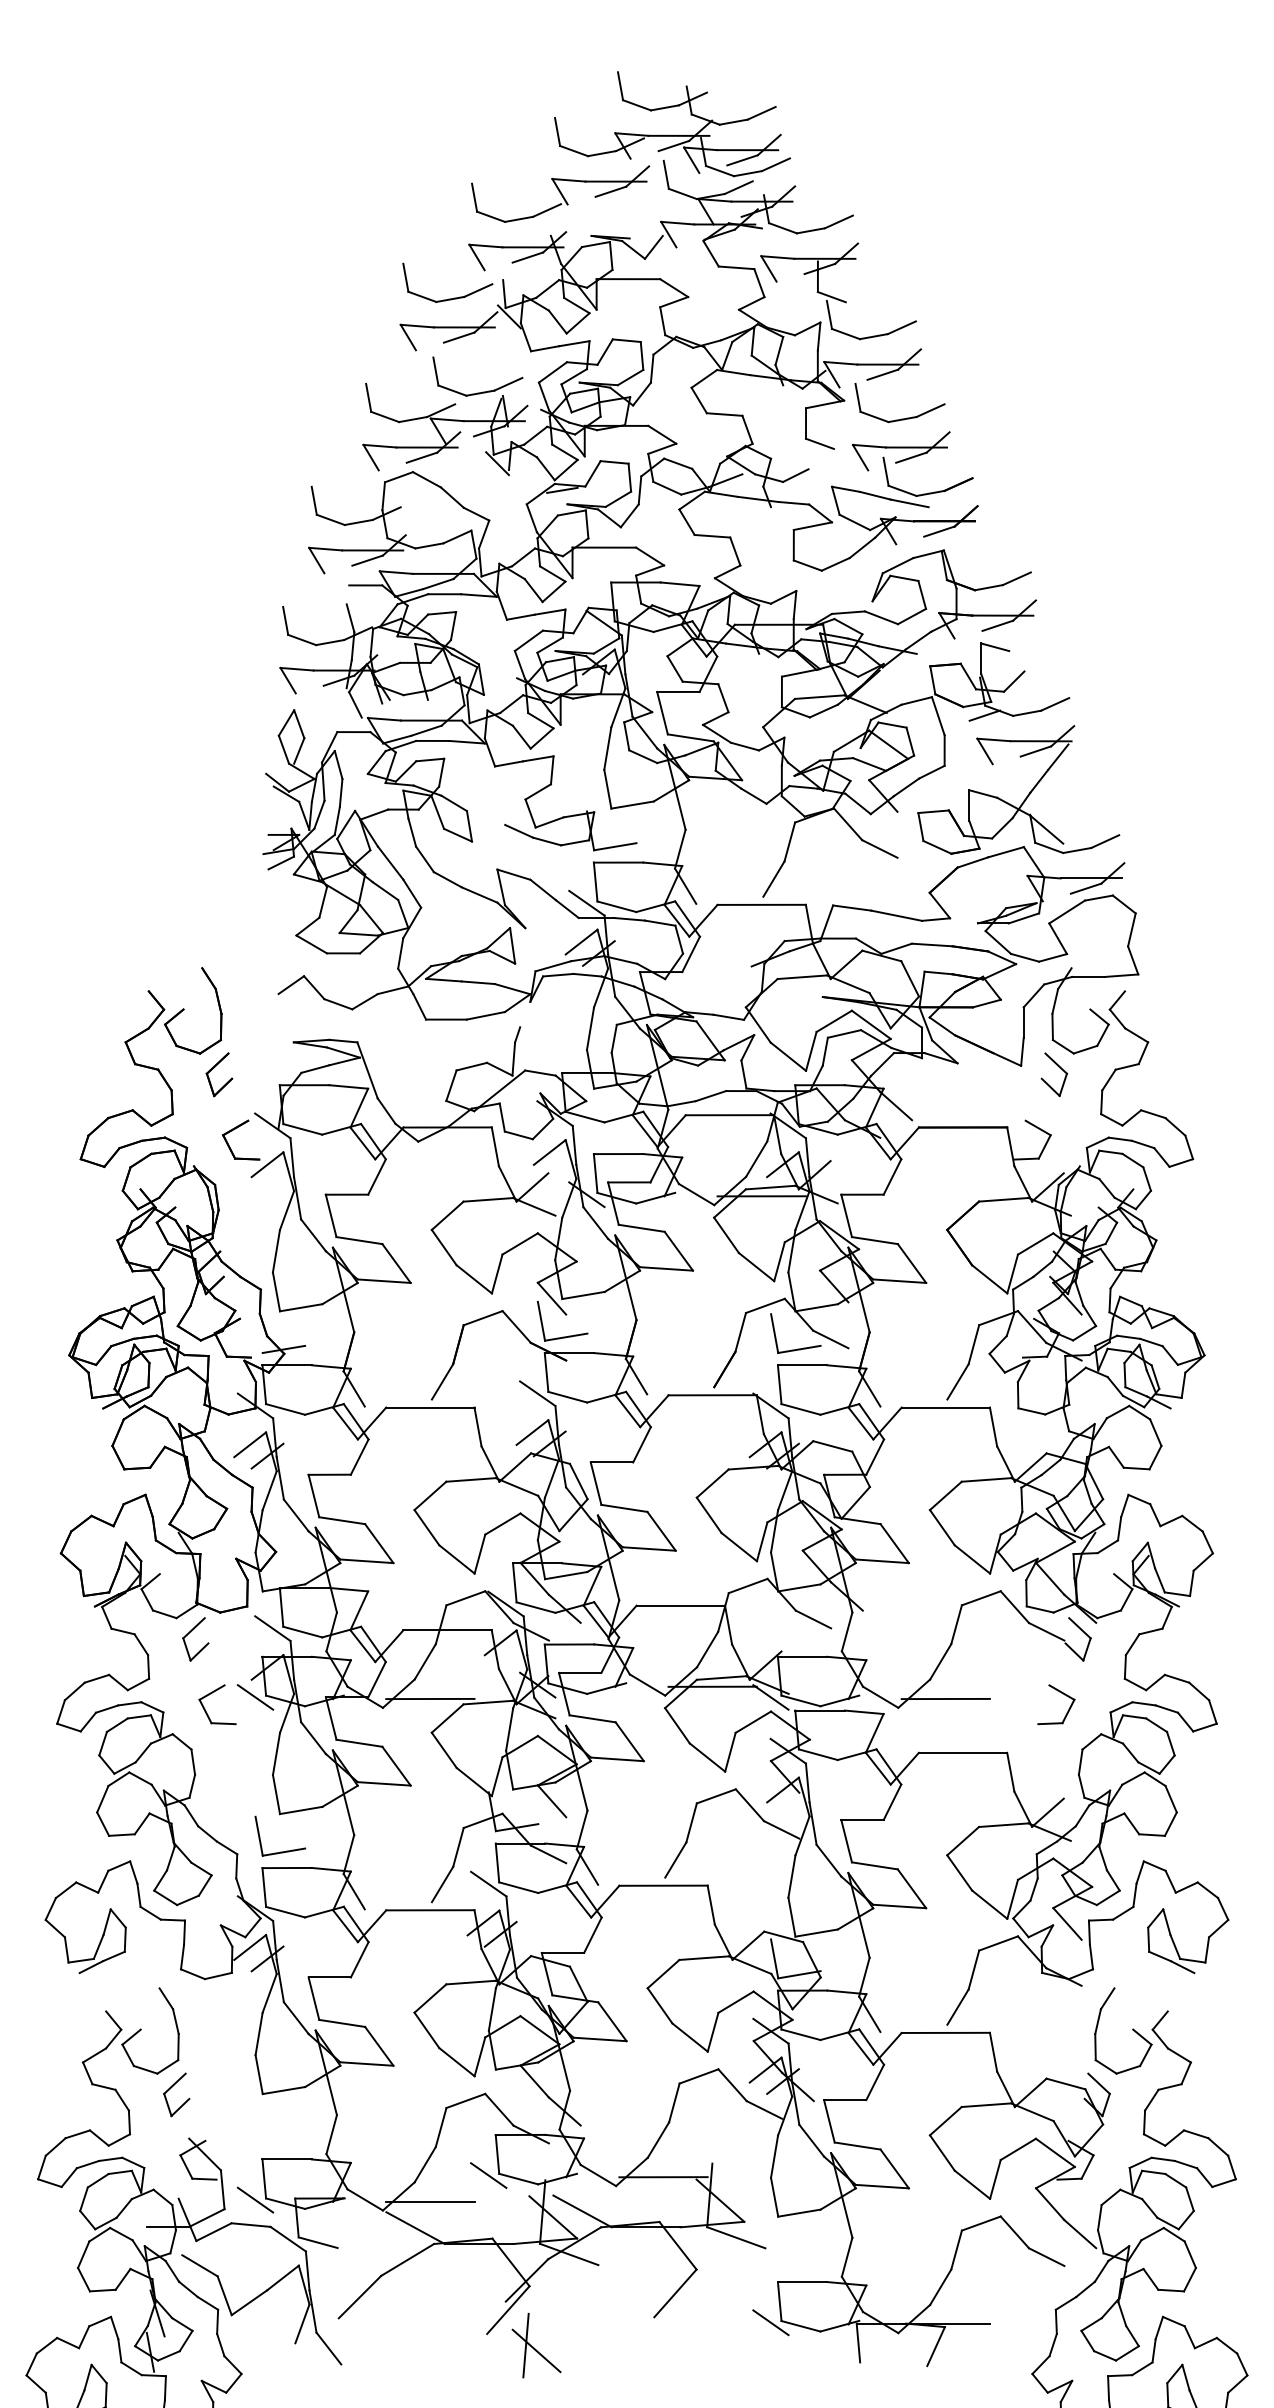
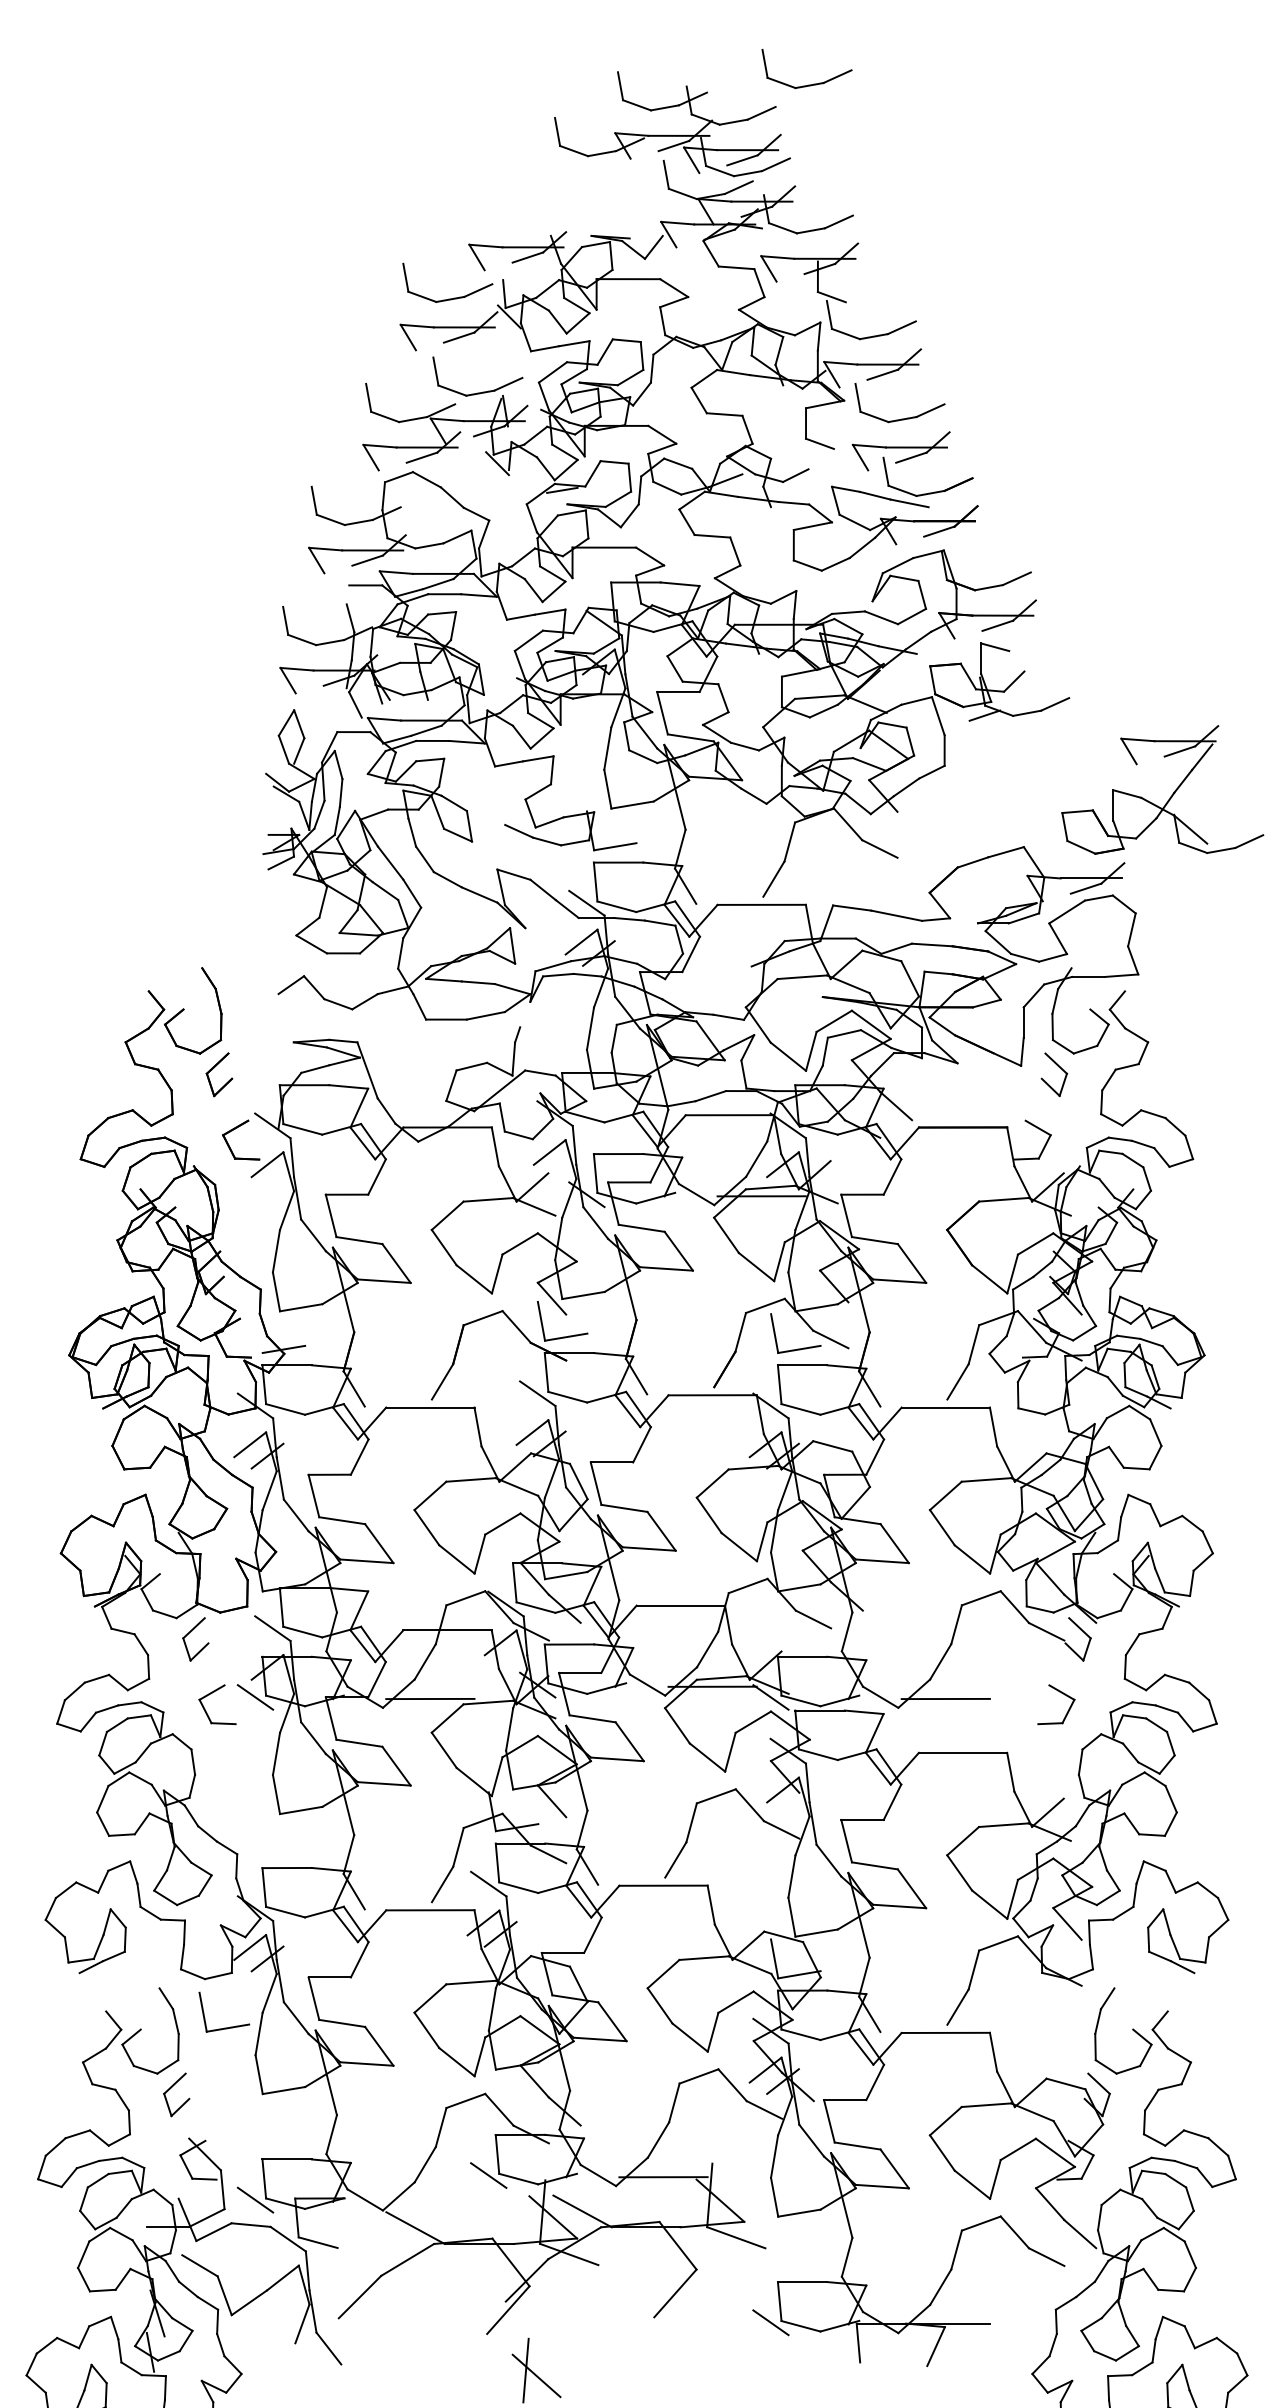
part at (808, 84): none -> present
part at (560, 193): present -> none
part at (1026, 796) position: (1026, 796) -> (1170, 796)
part at (280, 1851) position: (280, 1851) -> (224, 2027)
line at (430, 2201): present -> none
part at (536, 2345) position: (536, 2345) -> (536, 2370)
